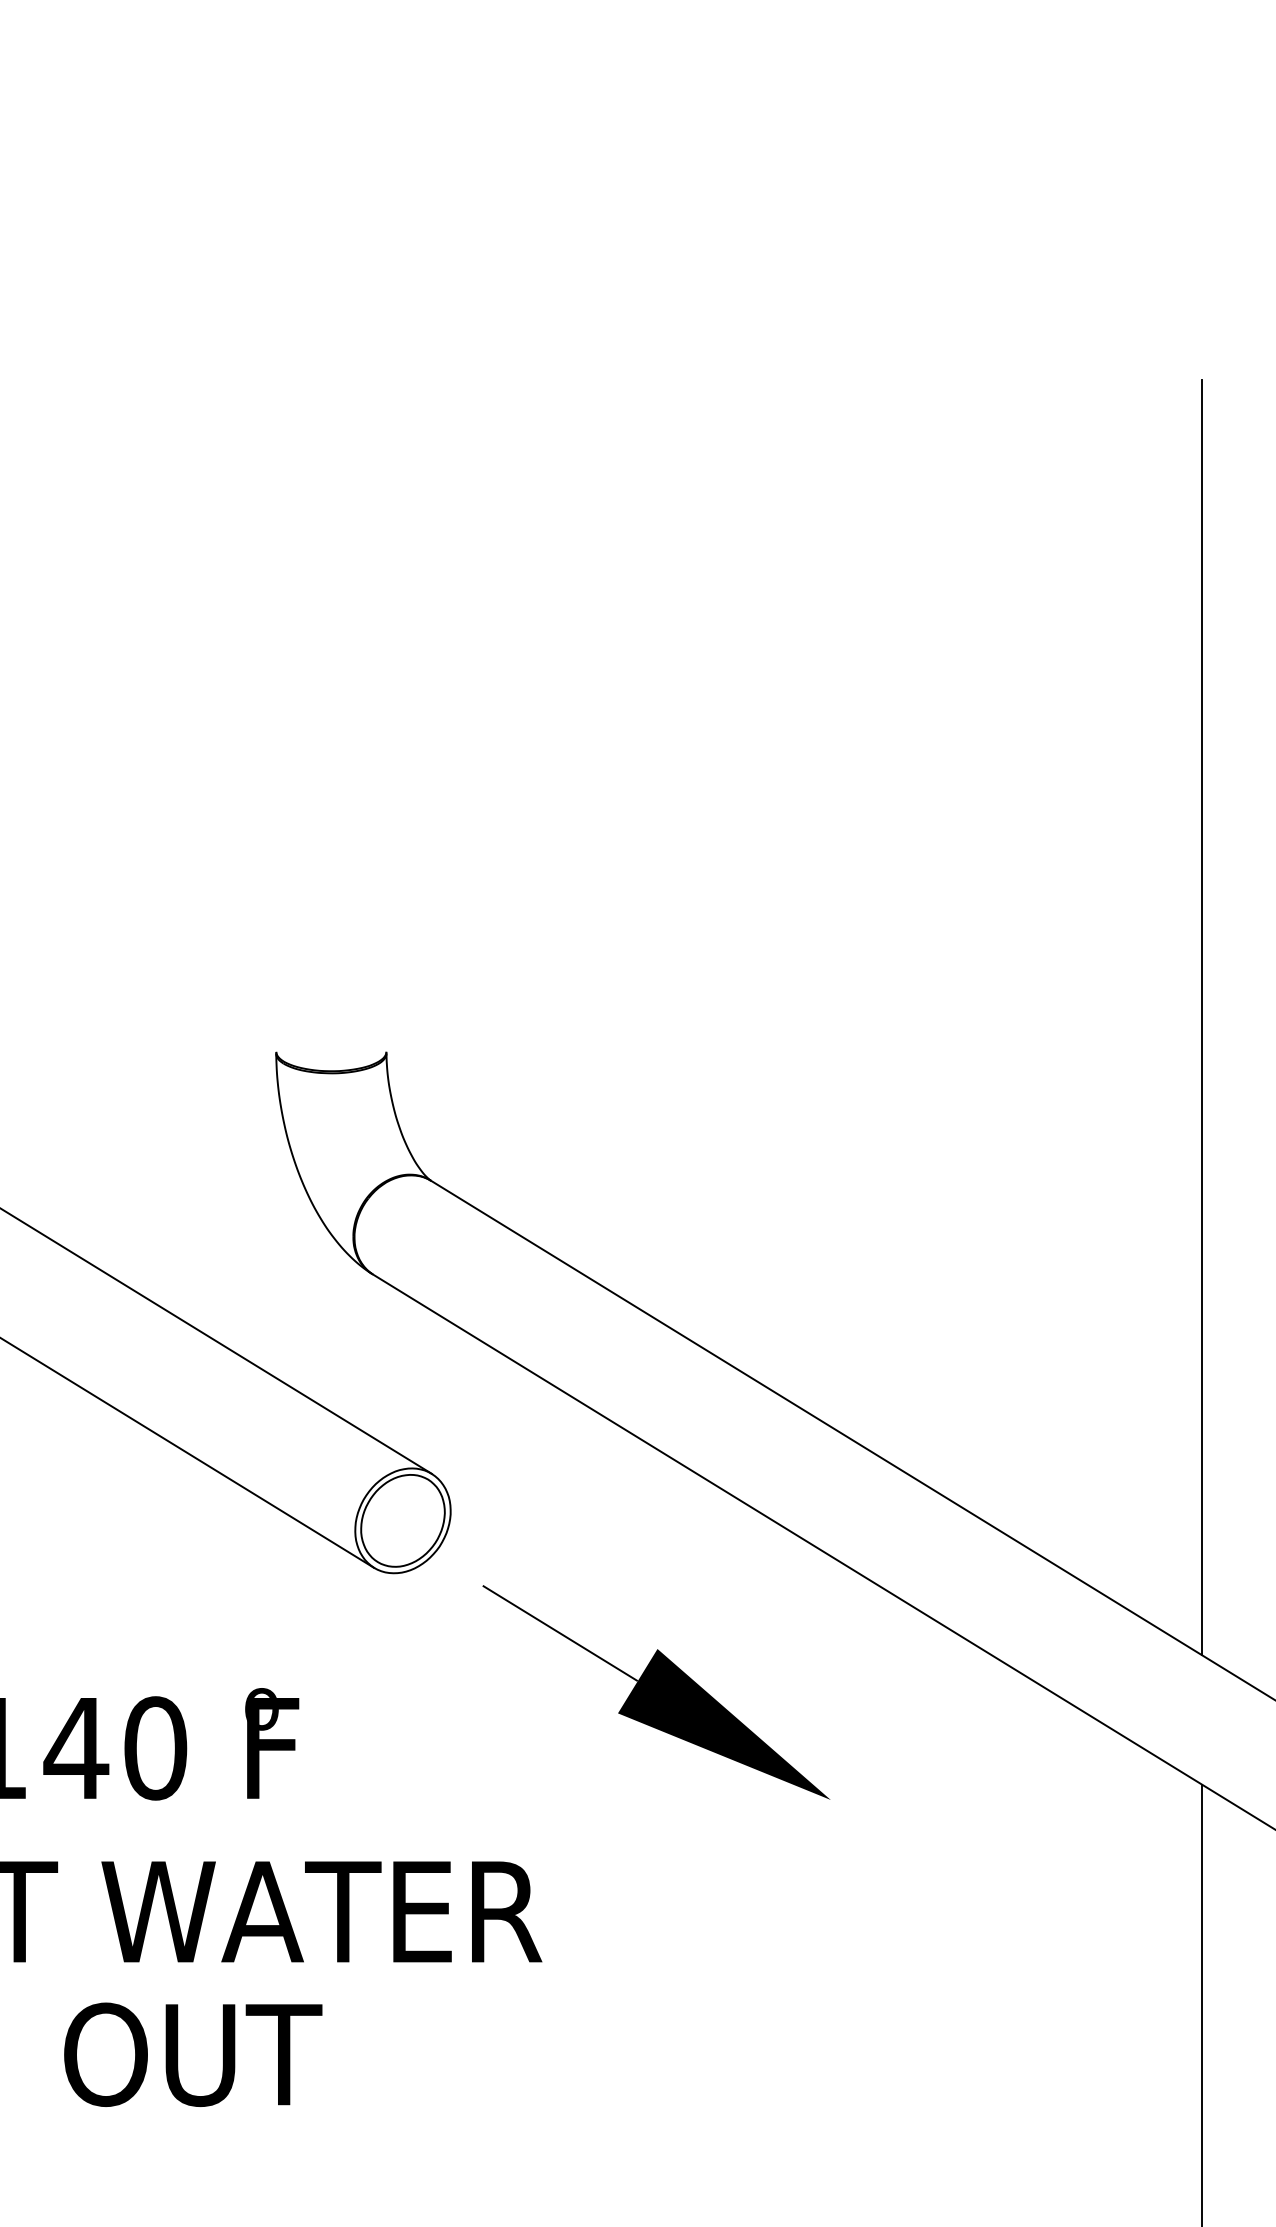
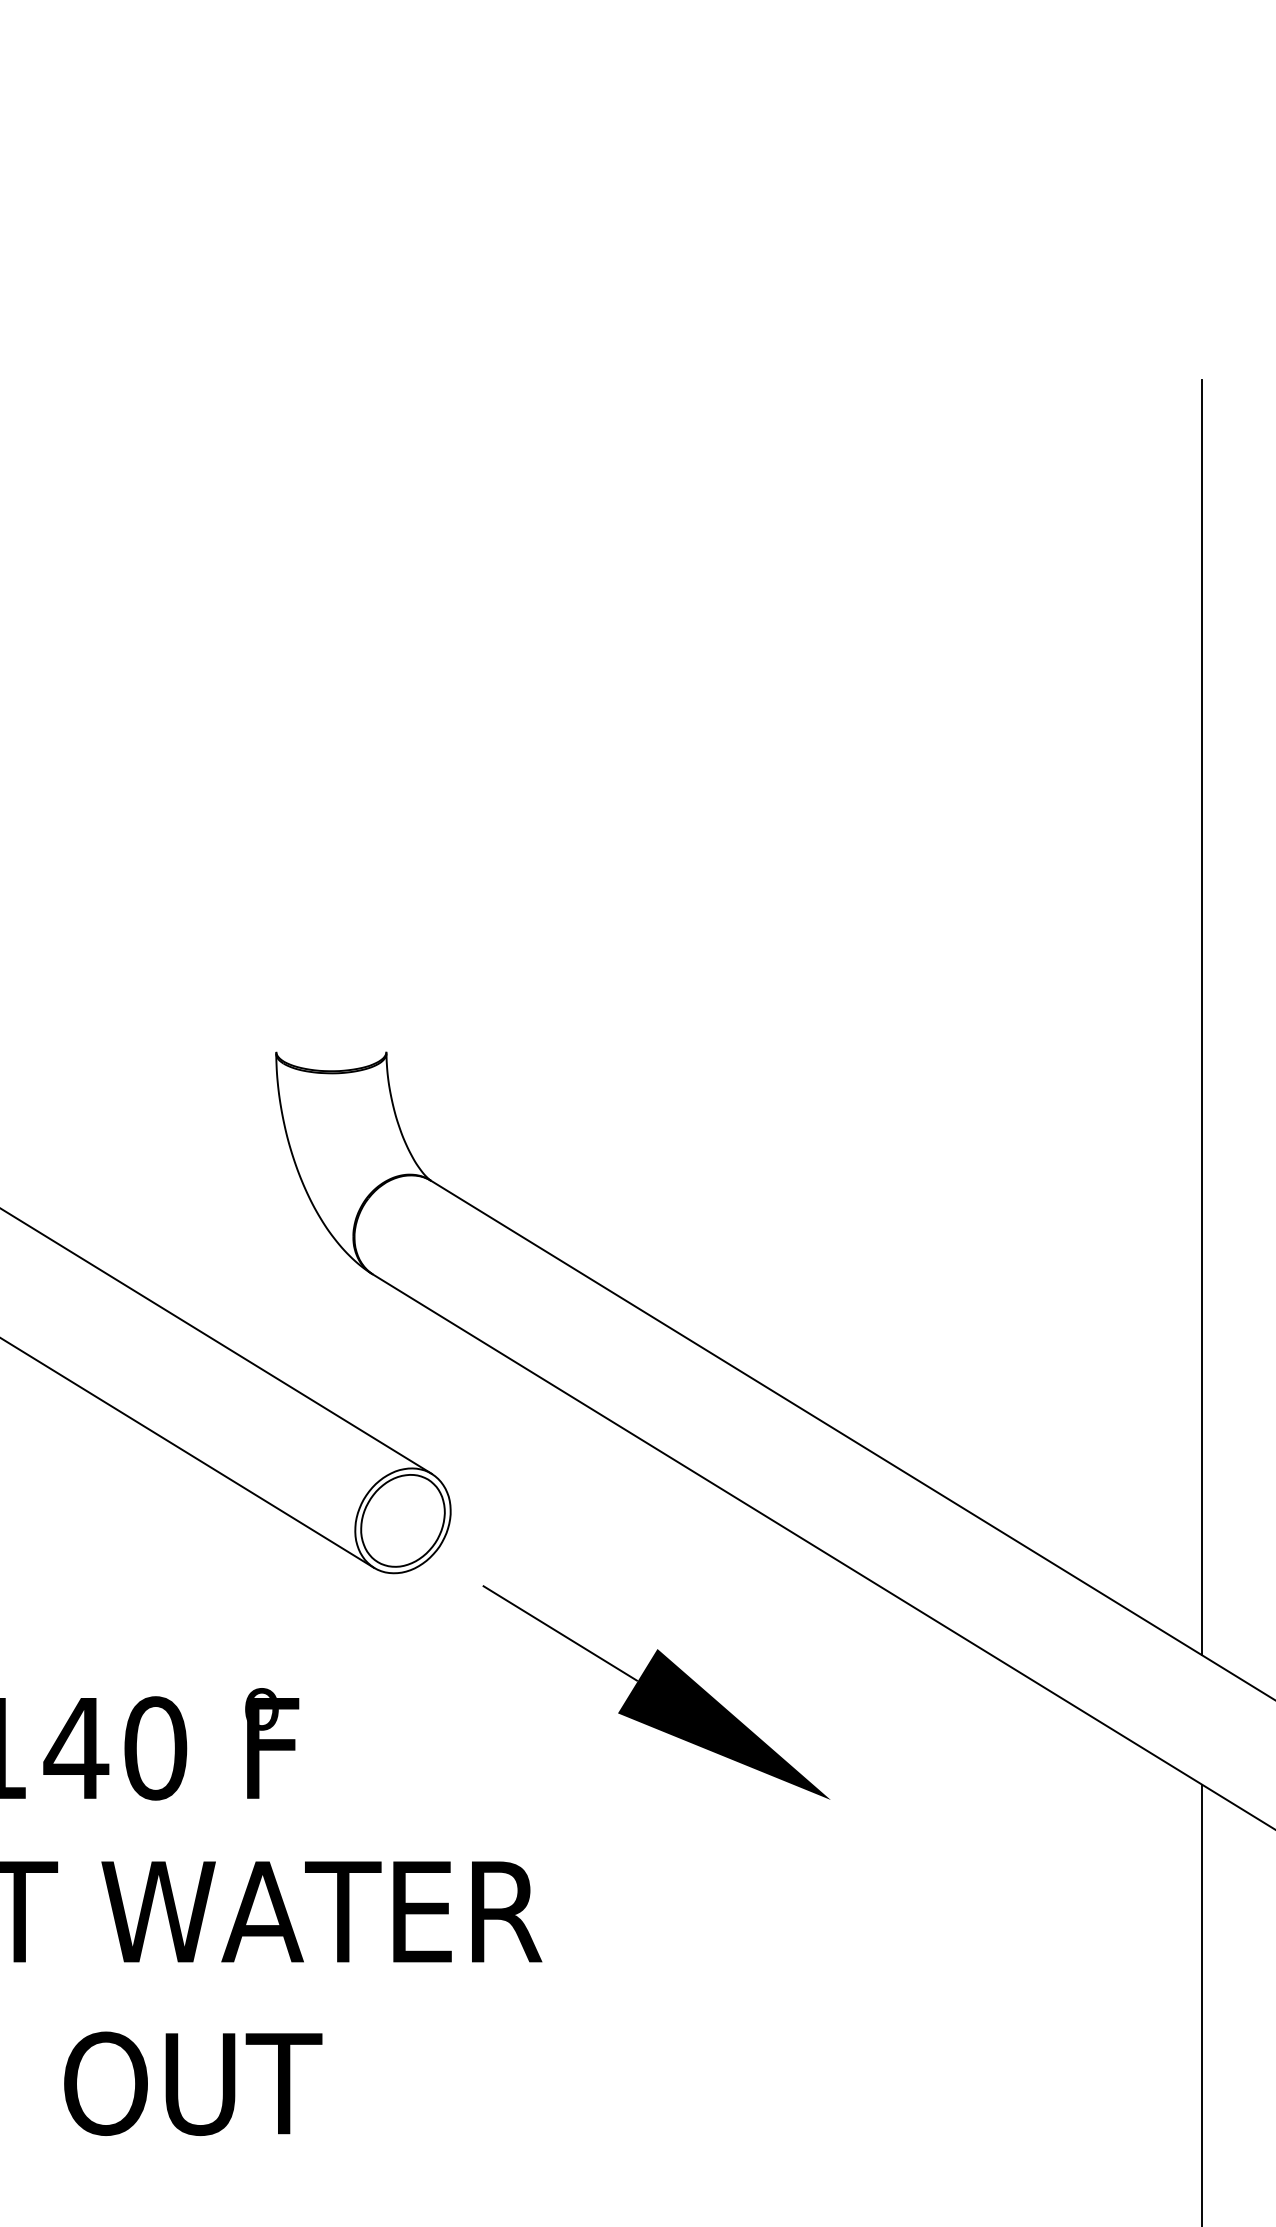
text at (193, 2054) position: (193, 2054) -> (193, 2083)
